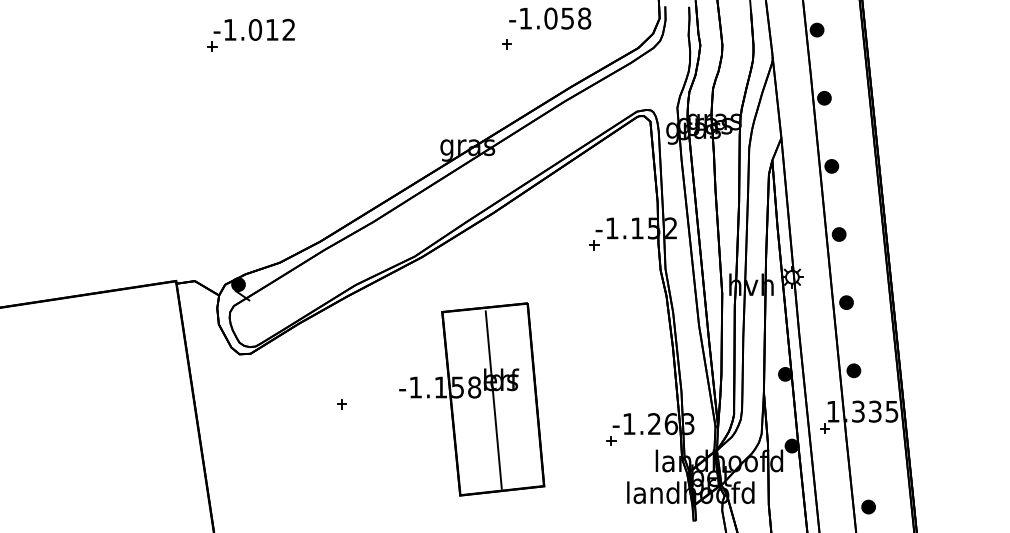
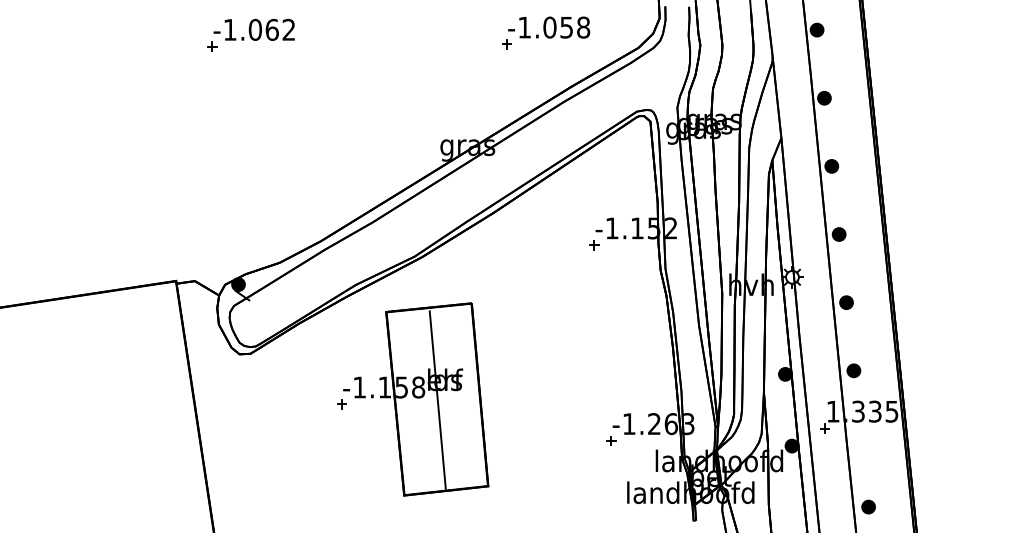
text at (550, 18) position: (550, 18) -> (549, 27)
text at (271, 29): -1.012 -> -1.062
part at (472, 399) position: (472, 399) -> (416, 399)
